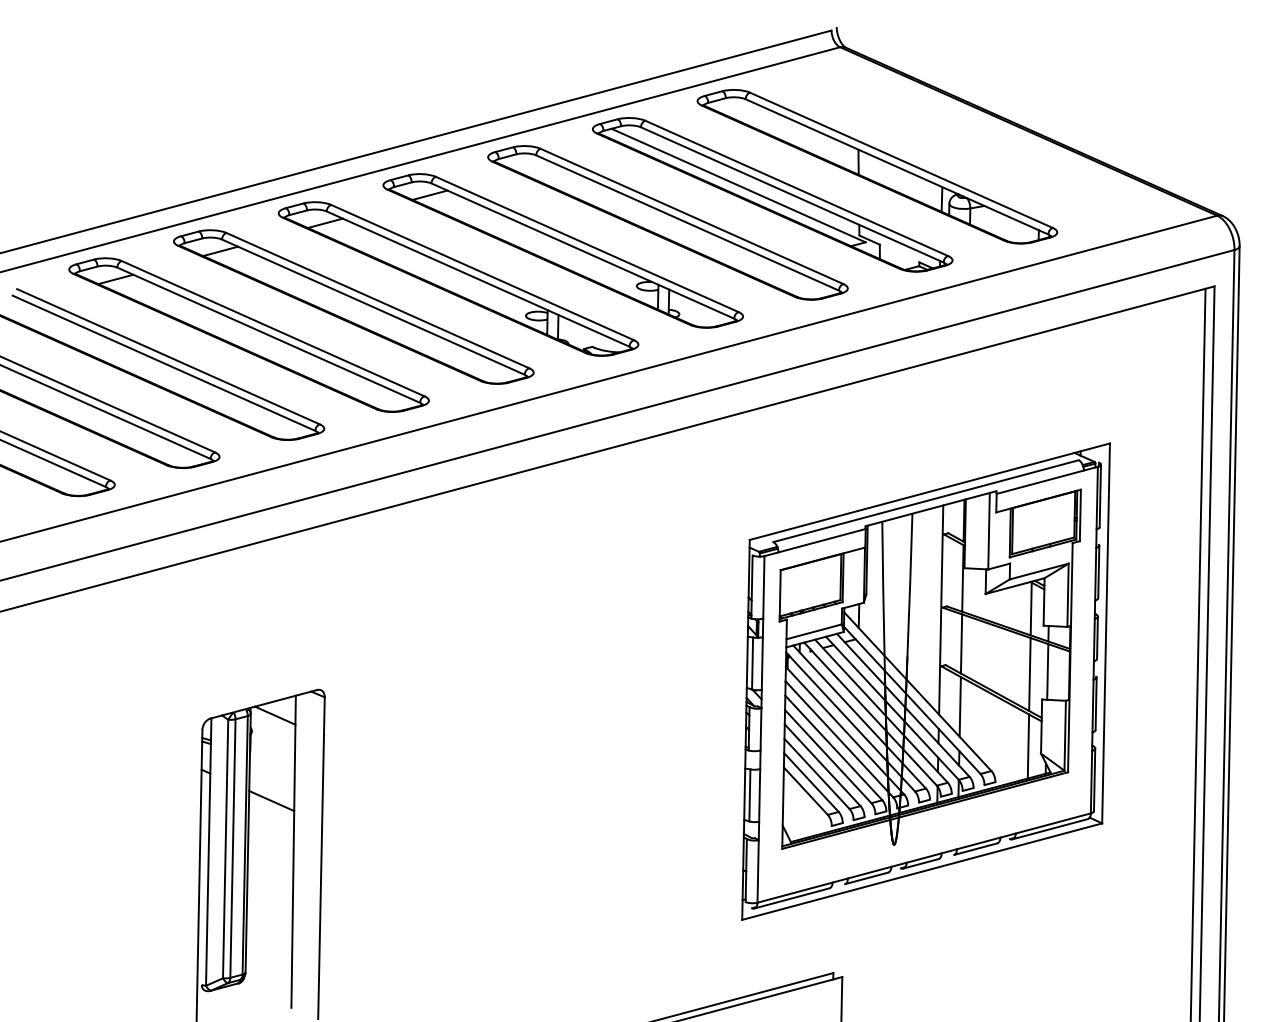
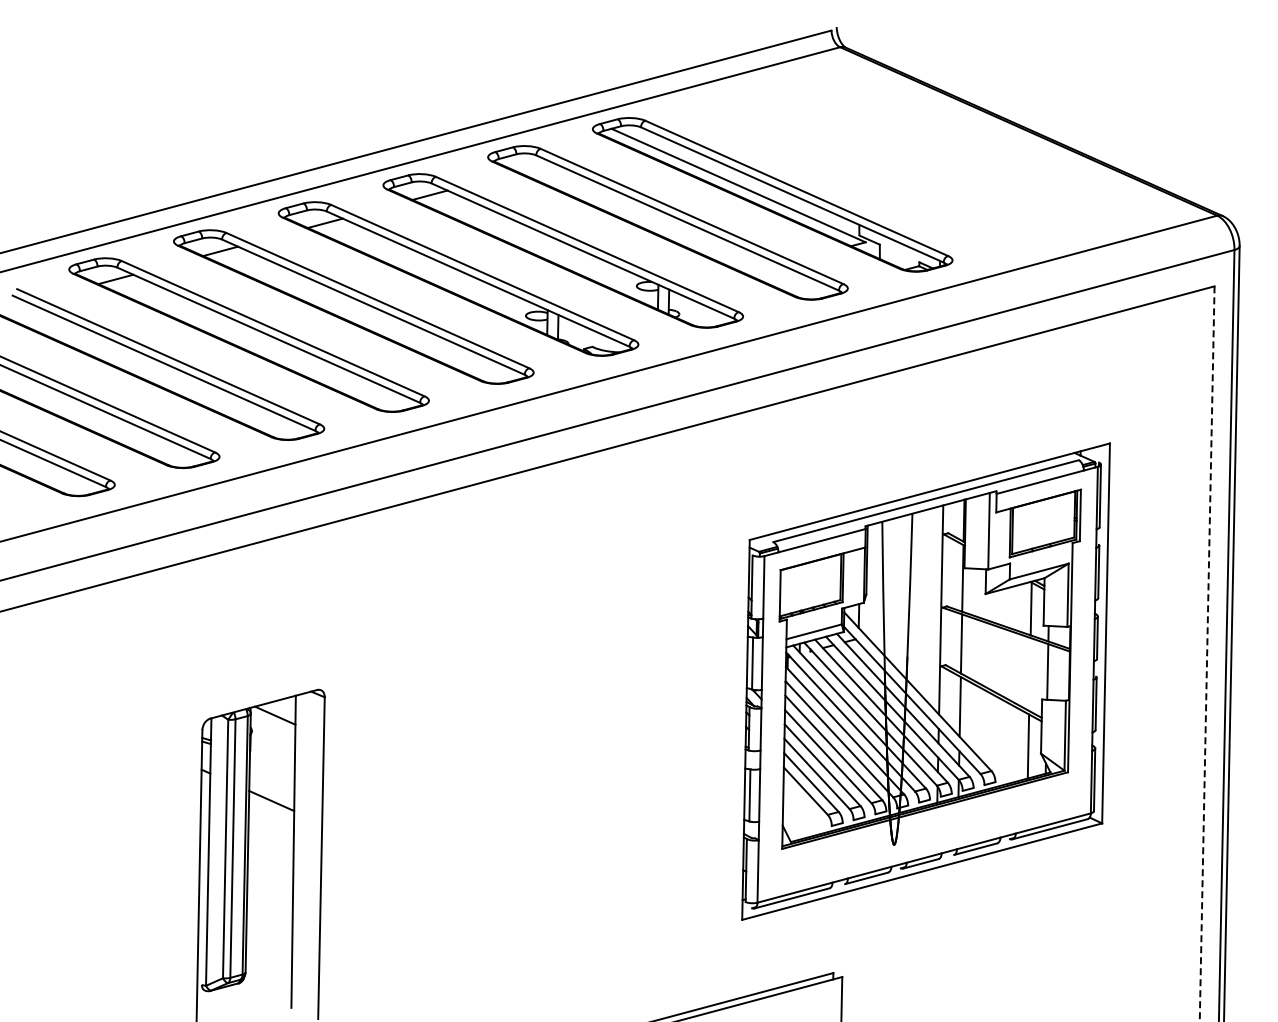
part at (877, 166): present -> none
line at (1197, 653): present -> none
line at (1207, 653): solid -> dashed
line at (1029, 674): present -> none
